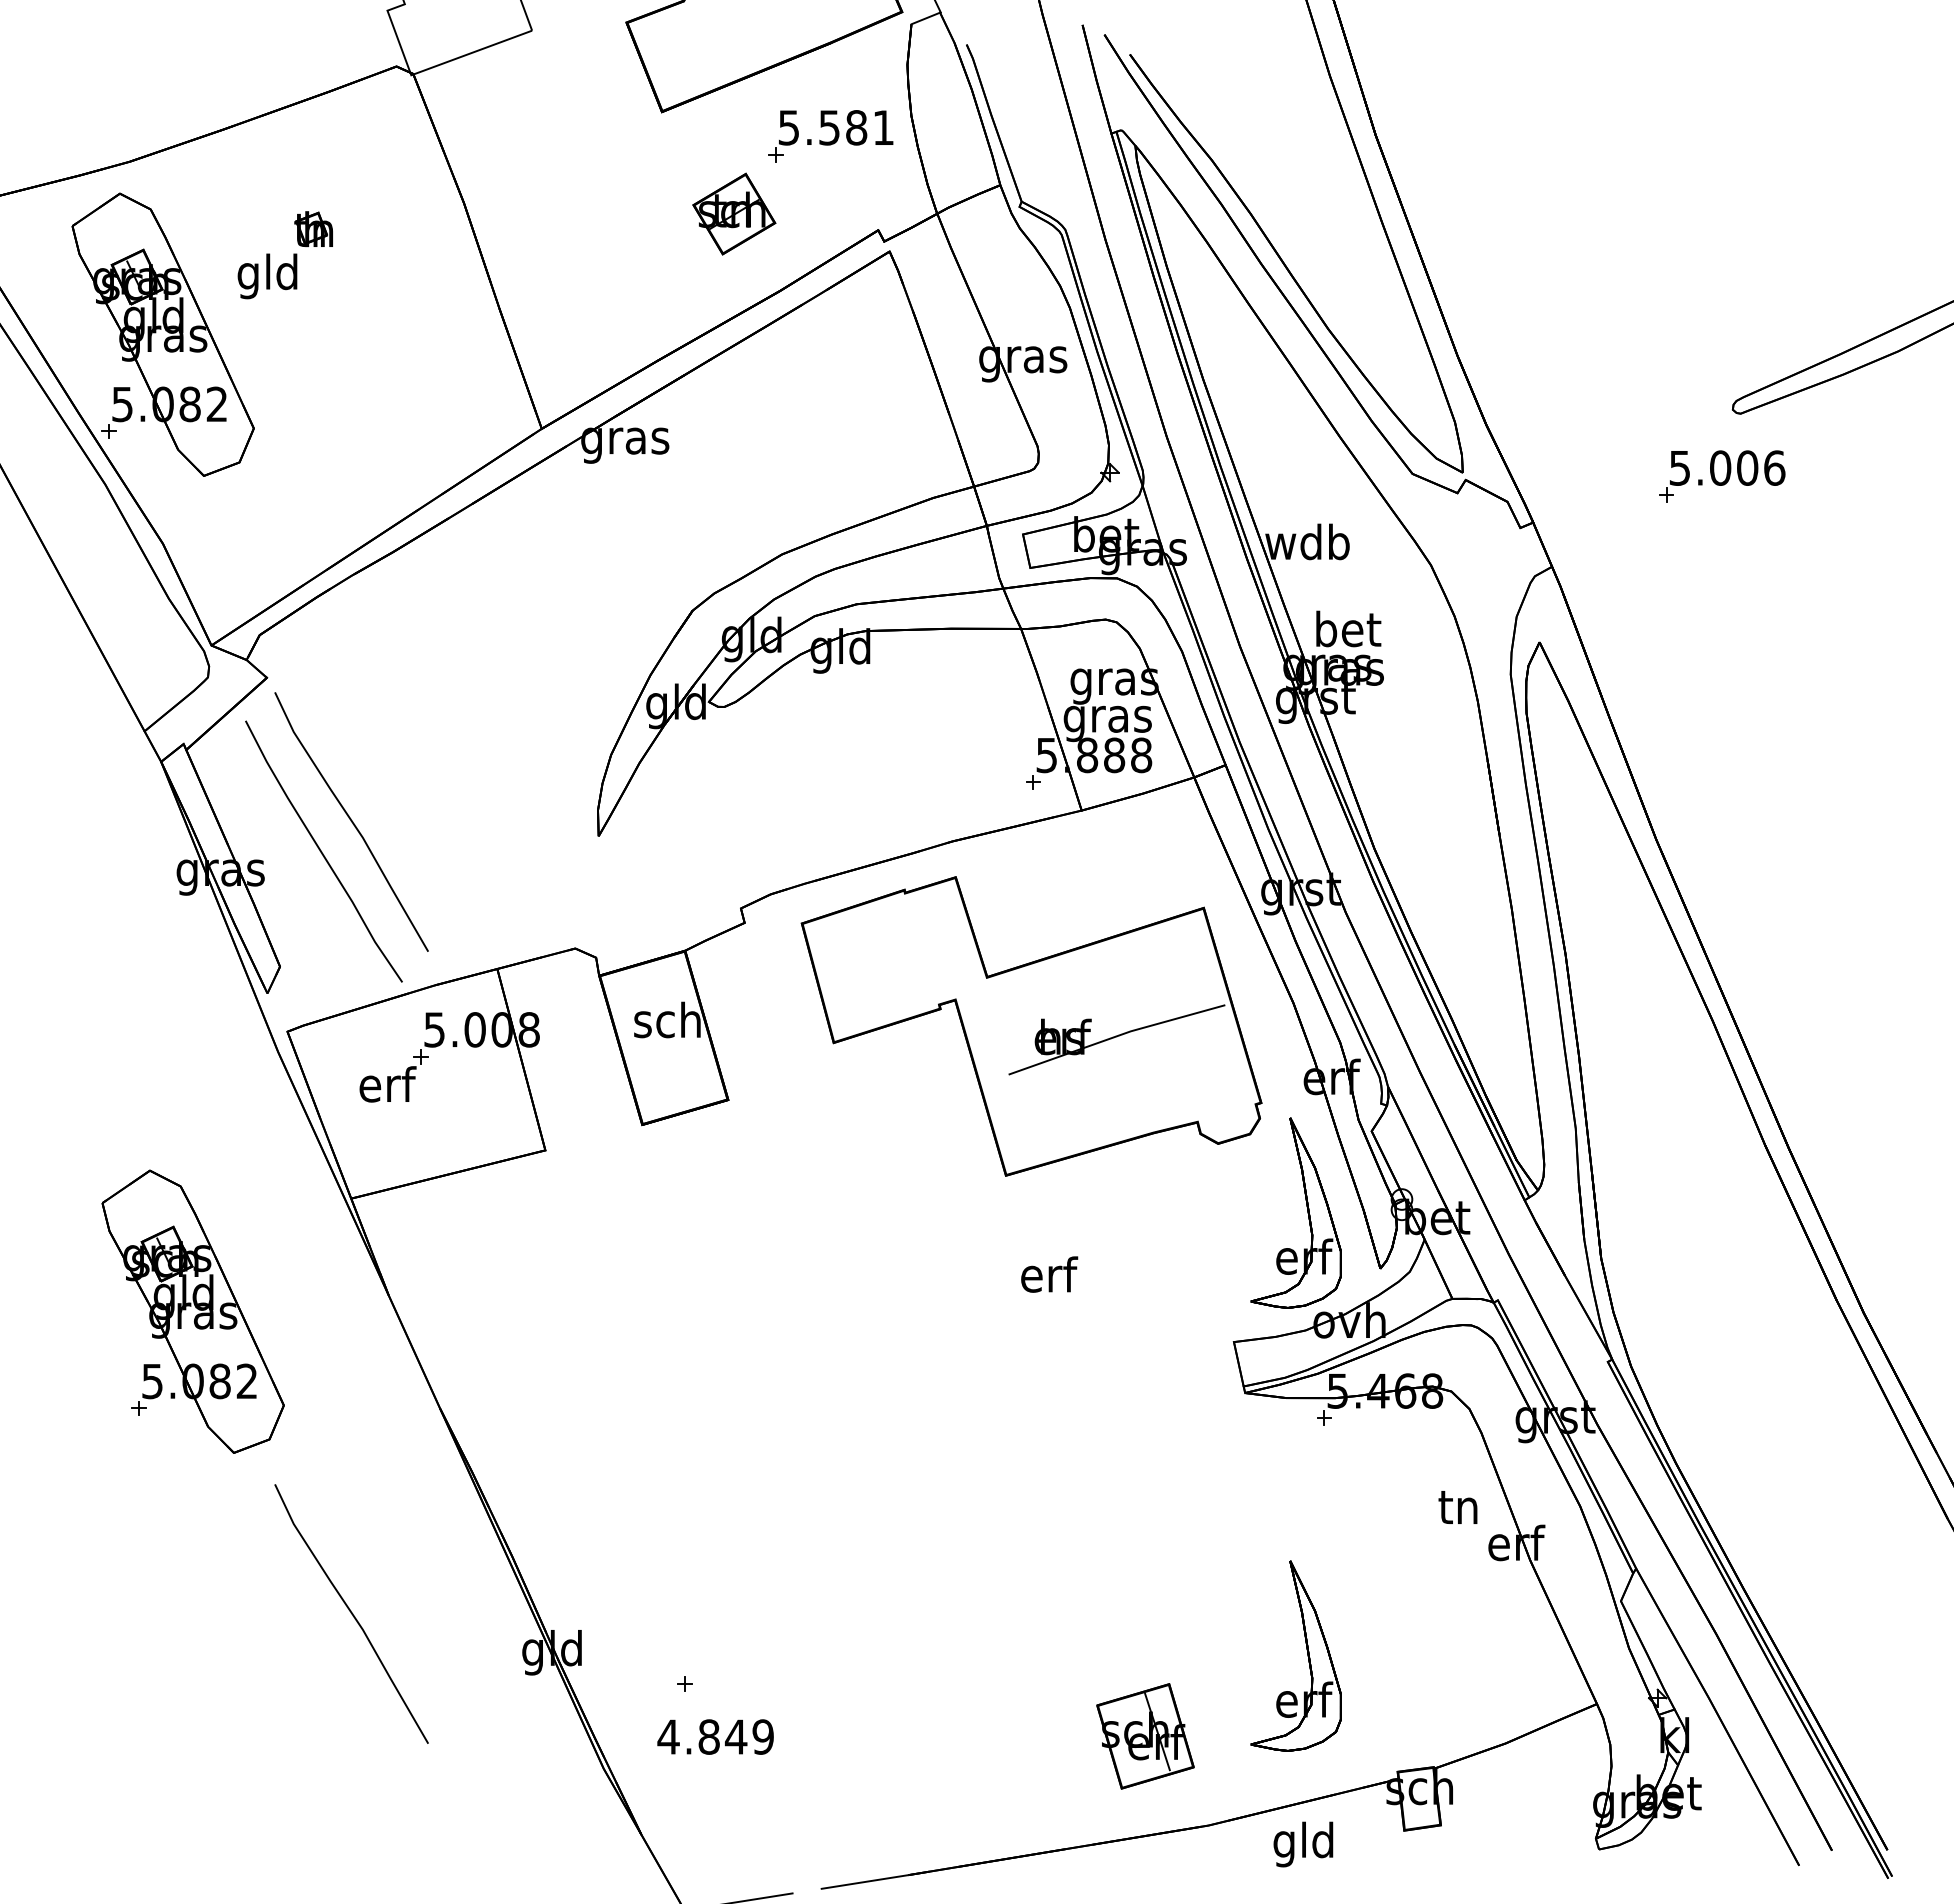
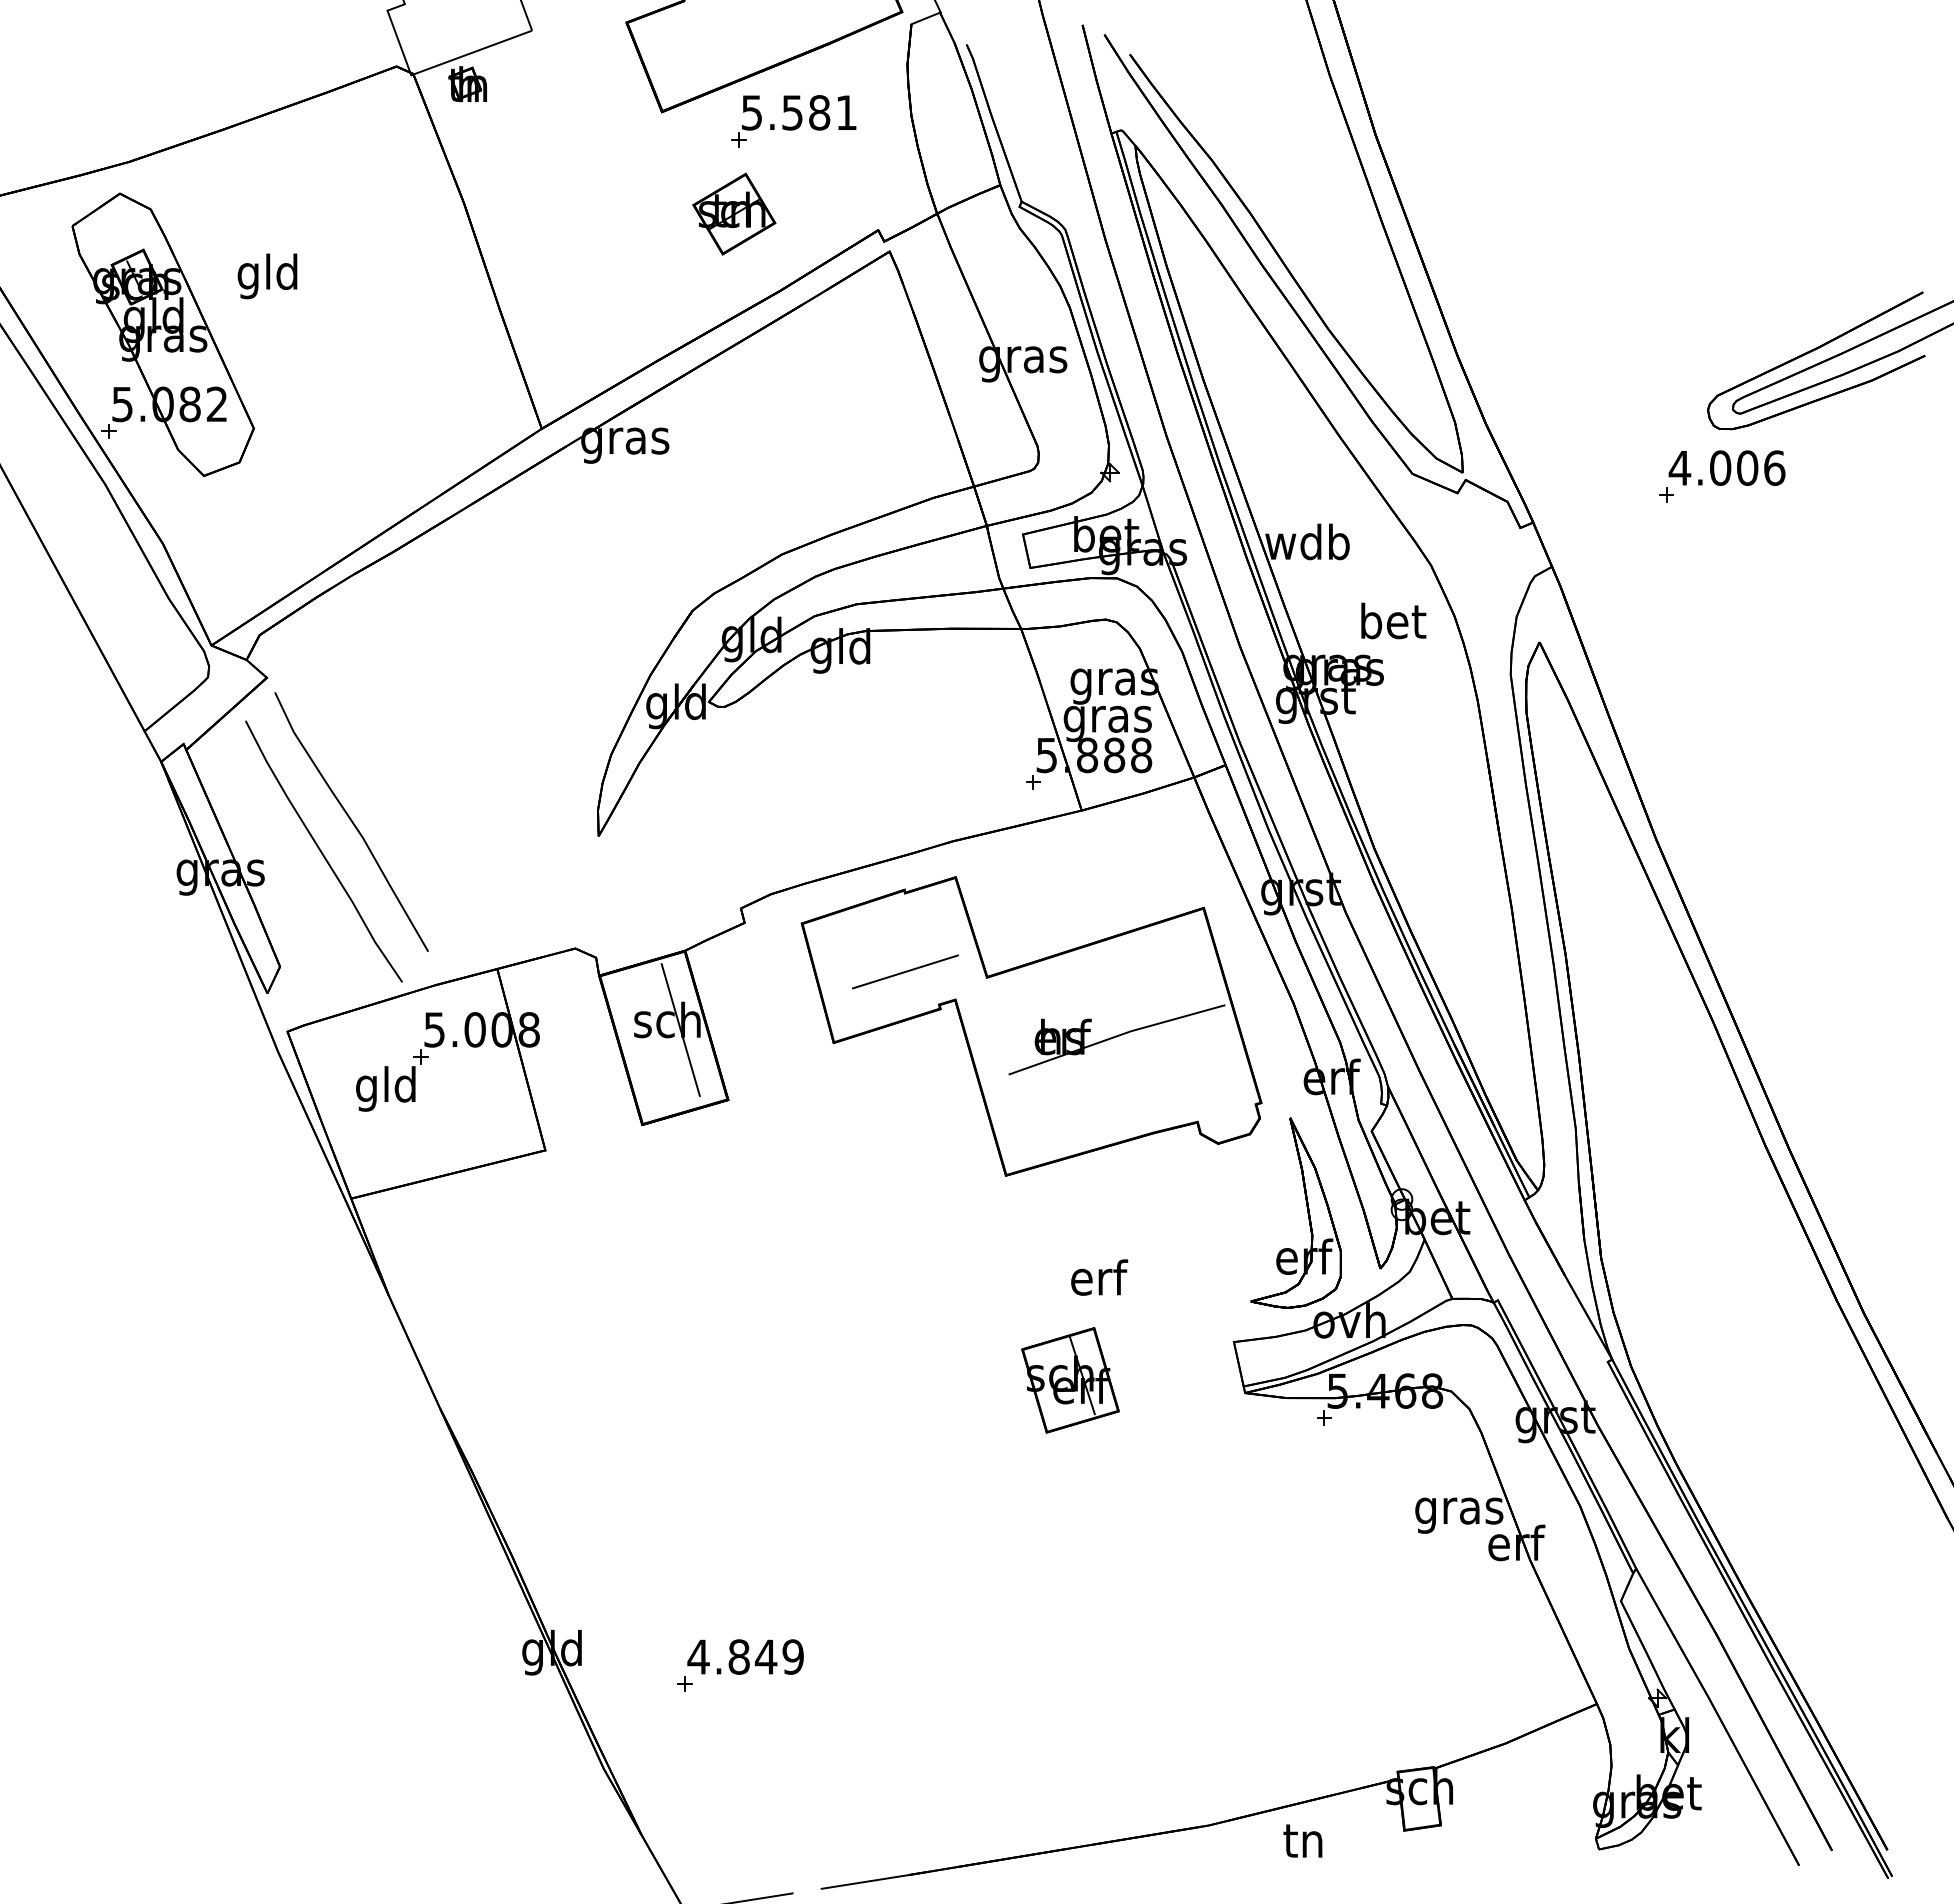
part at (830, 136) position: (830, 136) -> (793, 121)
part at (313, 229) position: (313, 229) -> (467, 84)
part at (1811, 352): none -> present
text at (1679, 468): 5.006 -> 4.006
text at (1348, 628) position: (1348, 628) -> (1393, 620)
line at (904, 971): none -> present
line at (680, 1029): none -> present
text at (386, 1088): erf -> gld
text at (1049, 1274) position: (1049, 1274) -> (1099, 1277)
part at (192, 1311): present -> none
text at (1459, 1512): tn -> gras
curve at (351, 1613): present -> none
part at (1307, 1655): present -> none
text at (715, 1736) position: (715, 1736) -> (745, 1656)
part at (1145, 1736) position: (1145, 1736) -> (1070, 1380)
text at (1303, 1844): gld -> tn
